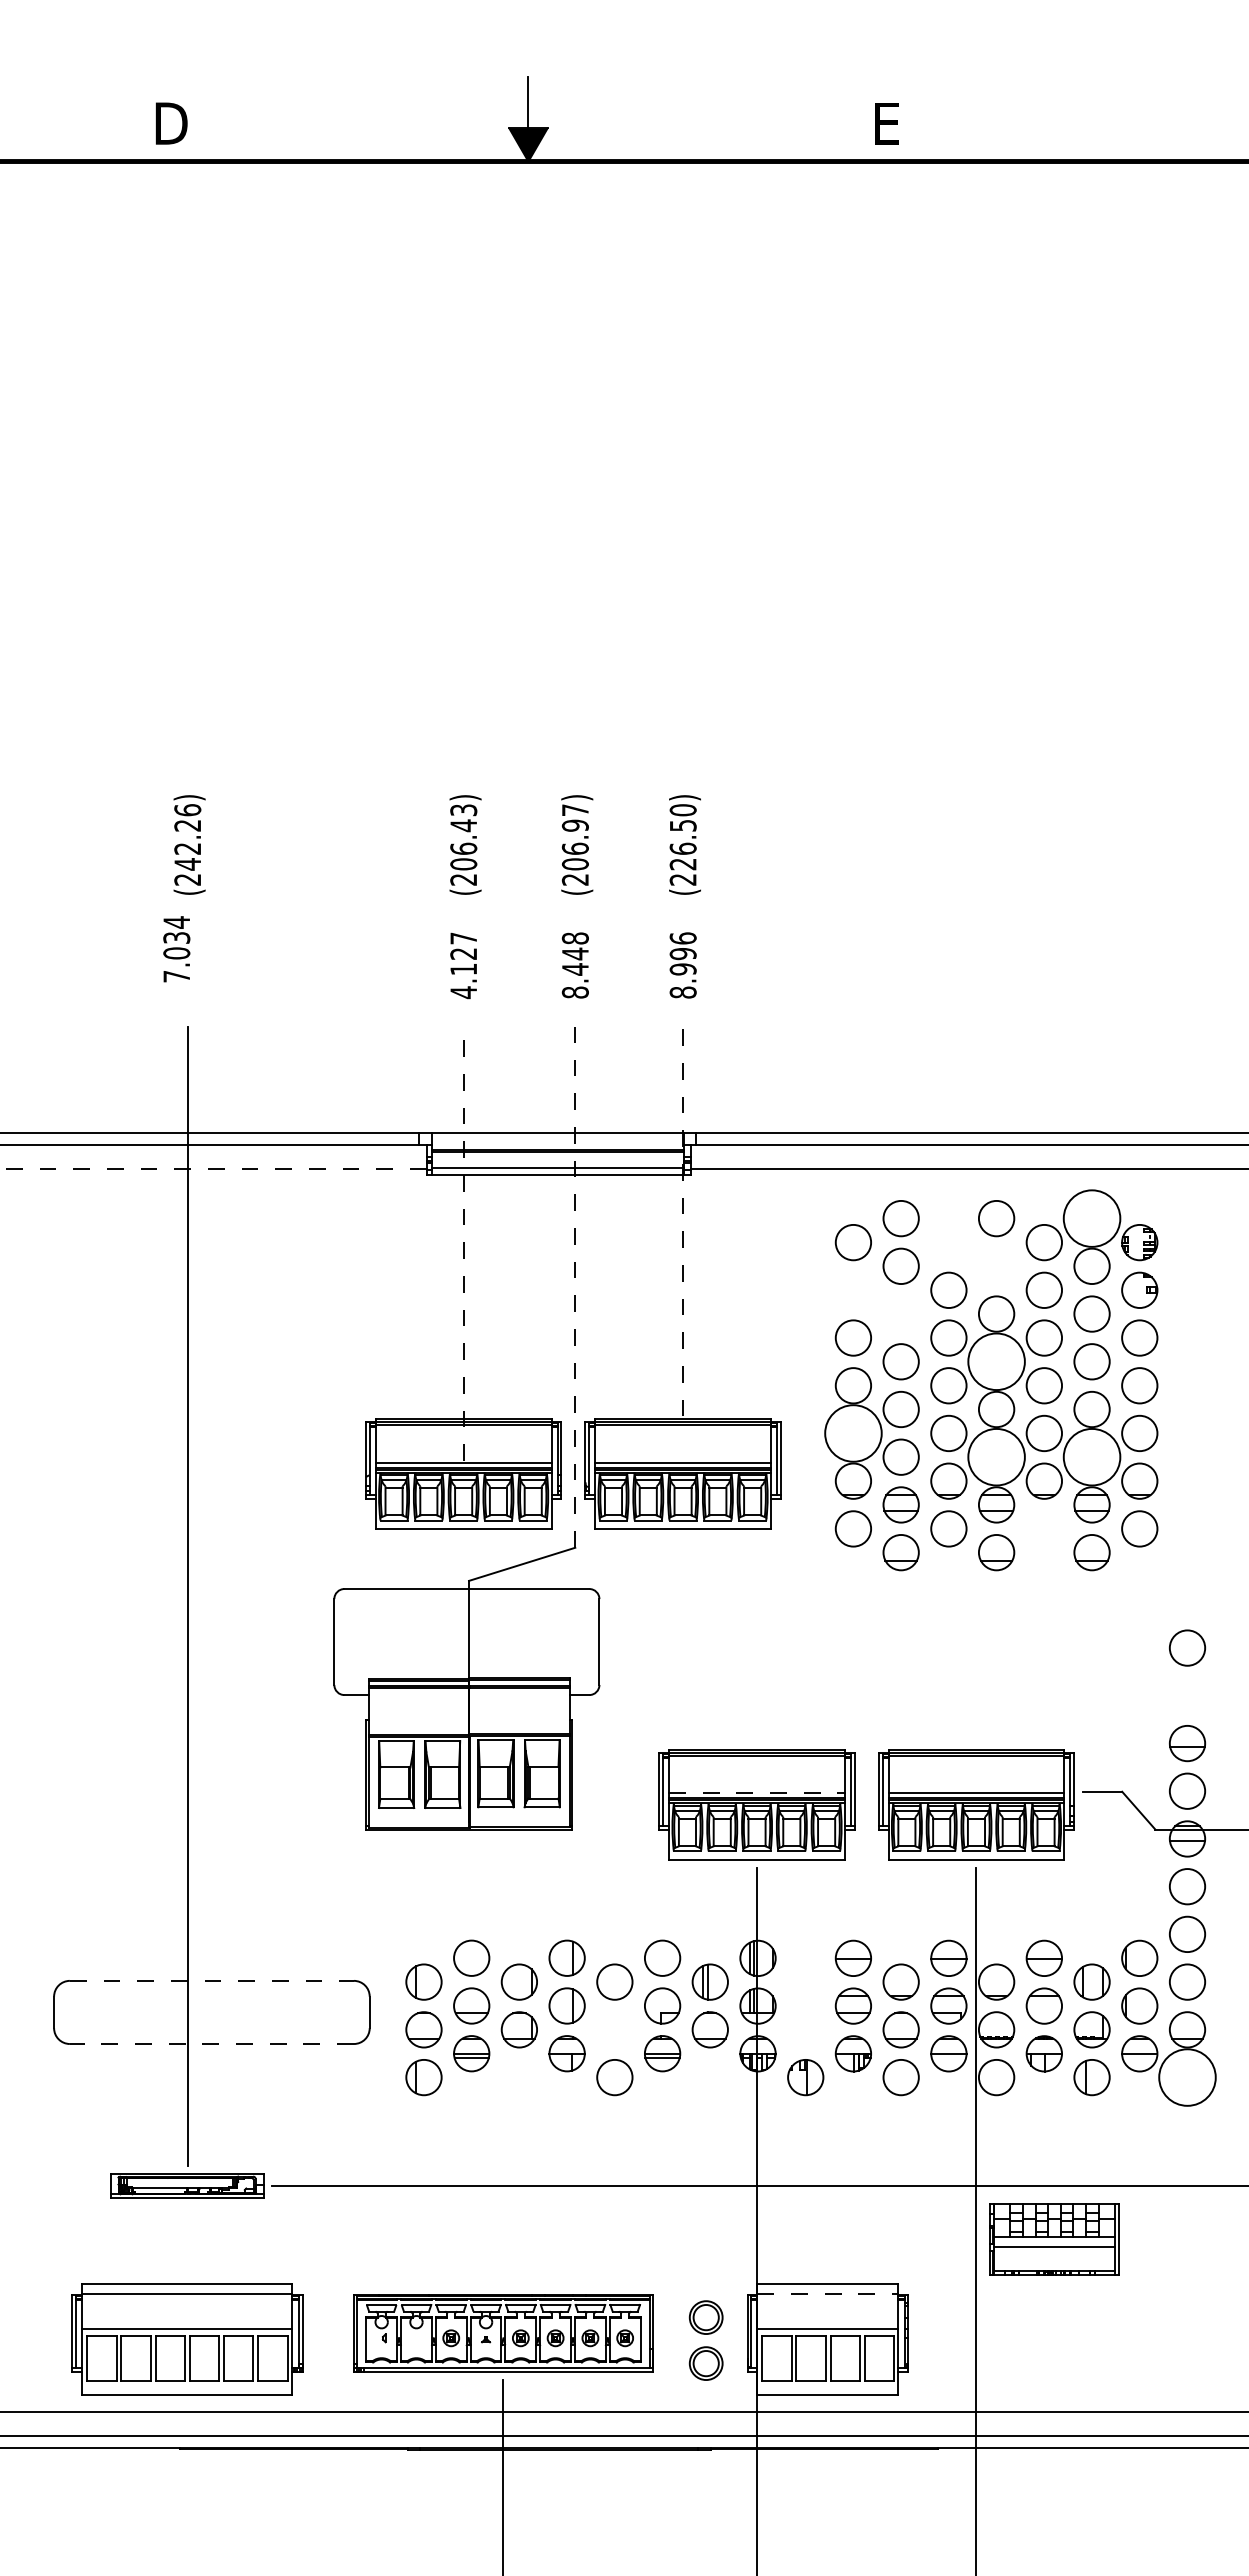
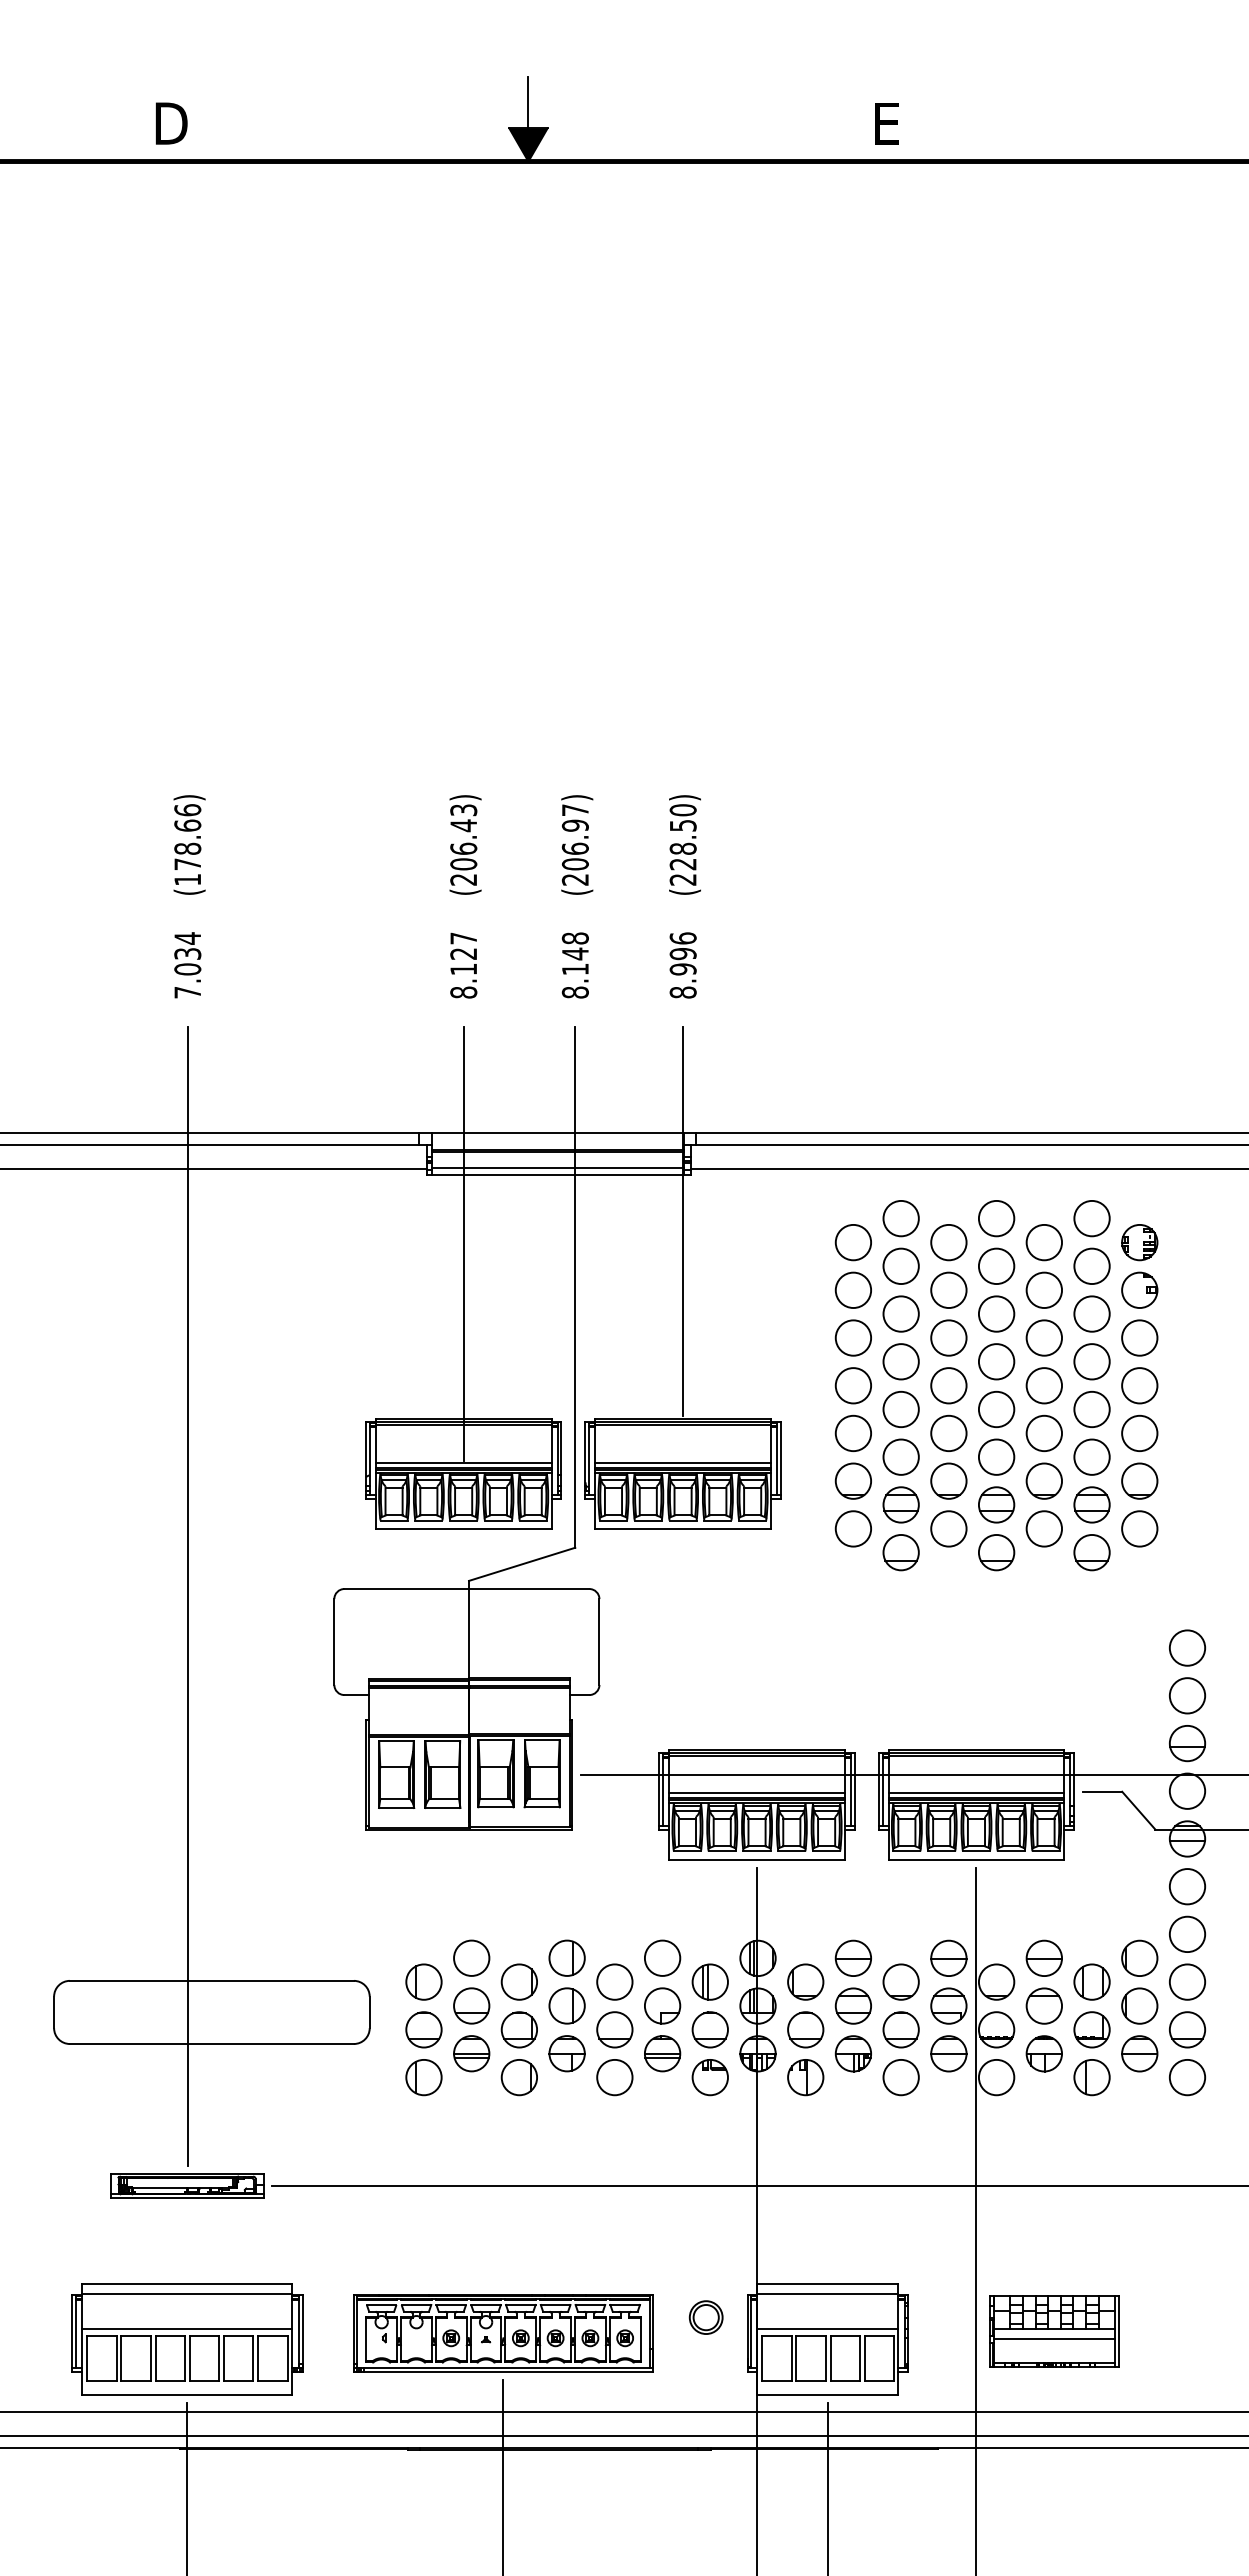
text at (682, 848): (226.50) -> (228.50)
text at (187, 852): (242.26) -> (178.66)
text at (176, 949) position: (176, 949) -> (187, 965)
text at (575, 969): 8.448 -> 8.148
text at (463, 992): 4.127 -> 8.127
line at (213, 1169): dashed -> solid
circle at (1091, 1218) diameter: 57 px -> 35 px
line at (683, 1221): dashed -> solid
circle at (948, 1242): none -> present
line at (463, 1243): dashed -> solid
circle at (996, 1265): none -> present
line at (575, 1286): dashed -> solid
circle at (852, 1289): none -> present
circle at (900, 1313): none -> present
circle at (996, 1361) diameter: 57 px -> 35 px
circle at (853, 1433) diameter: 57 px -> 35 px
circle at (996, 1456) diameter: 57 px -> 35 px
circle at (1091, 1456) diameter: 57 px -> 35 px
circle at (1043, 1528): none -> present
circle at (1187, 1695): none -> present
line at (912, 1775): none -> present
line at (757, 1793): dashed -> solid
line at (212, 1980): dashed -> solid
part at (805, 1981): none -> present
part at (614, 2029): none -> present
part at (805, 2029): none -> present
line at (211, 2043): dashed -> solid
part at (518, 2077): none -> present
part at (709, 2077): none -> present
circle at (1187, 2077) diameter: 57 px -> 35 px
part at (1054, 2239) position: (1054, 2239) -> (1054, 2331)
line at (828, 2293): dashed -> solid
part at (705, 2363): present -> none
line at (187, 2487): none -> present
line at (827, 2487): none -> present
